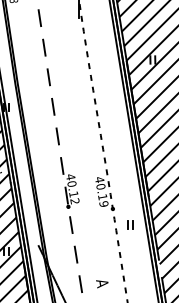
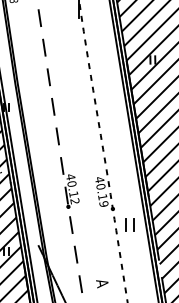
part at (130, 224) size: 7x10 px -> 10x14 px
